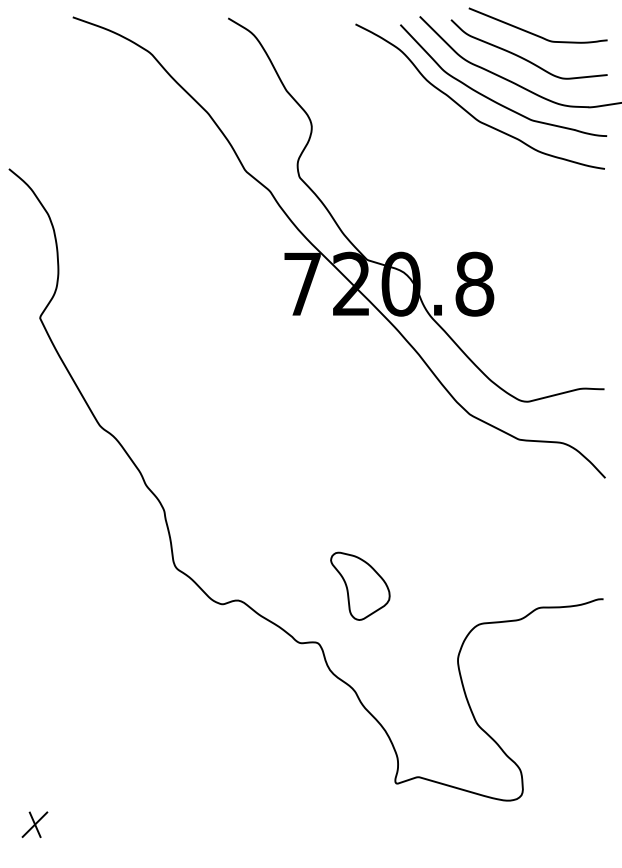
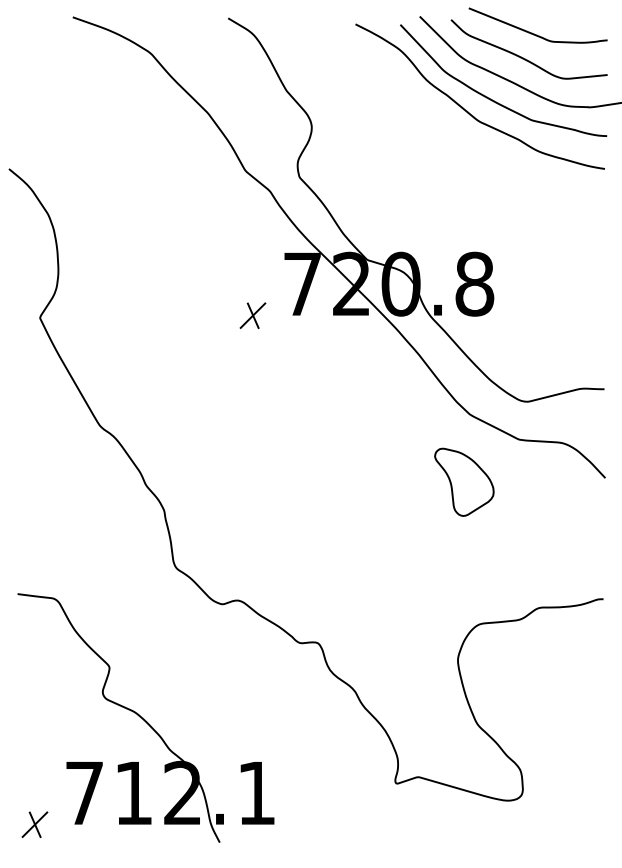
part at (252, 315): none -> present
part at (360, 585) position: (360, 585) -> (464, 481)
part at (145, 717): none -> present
